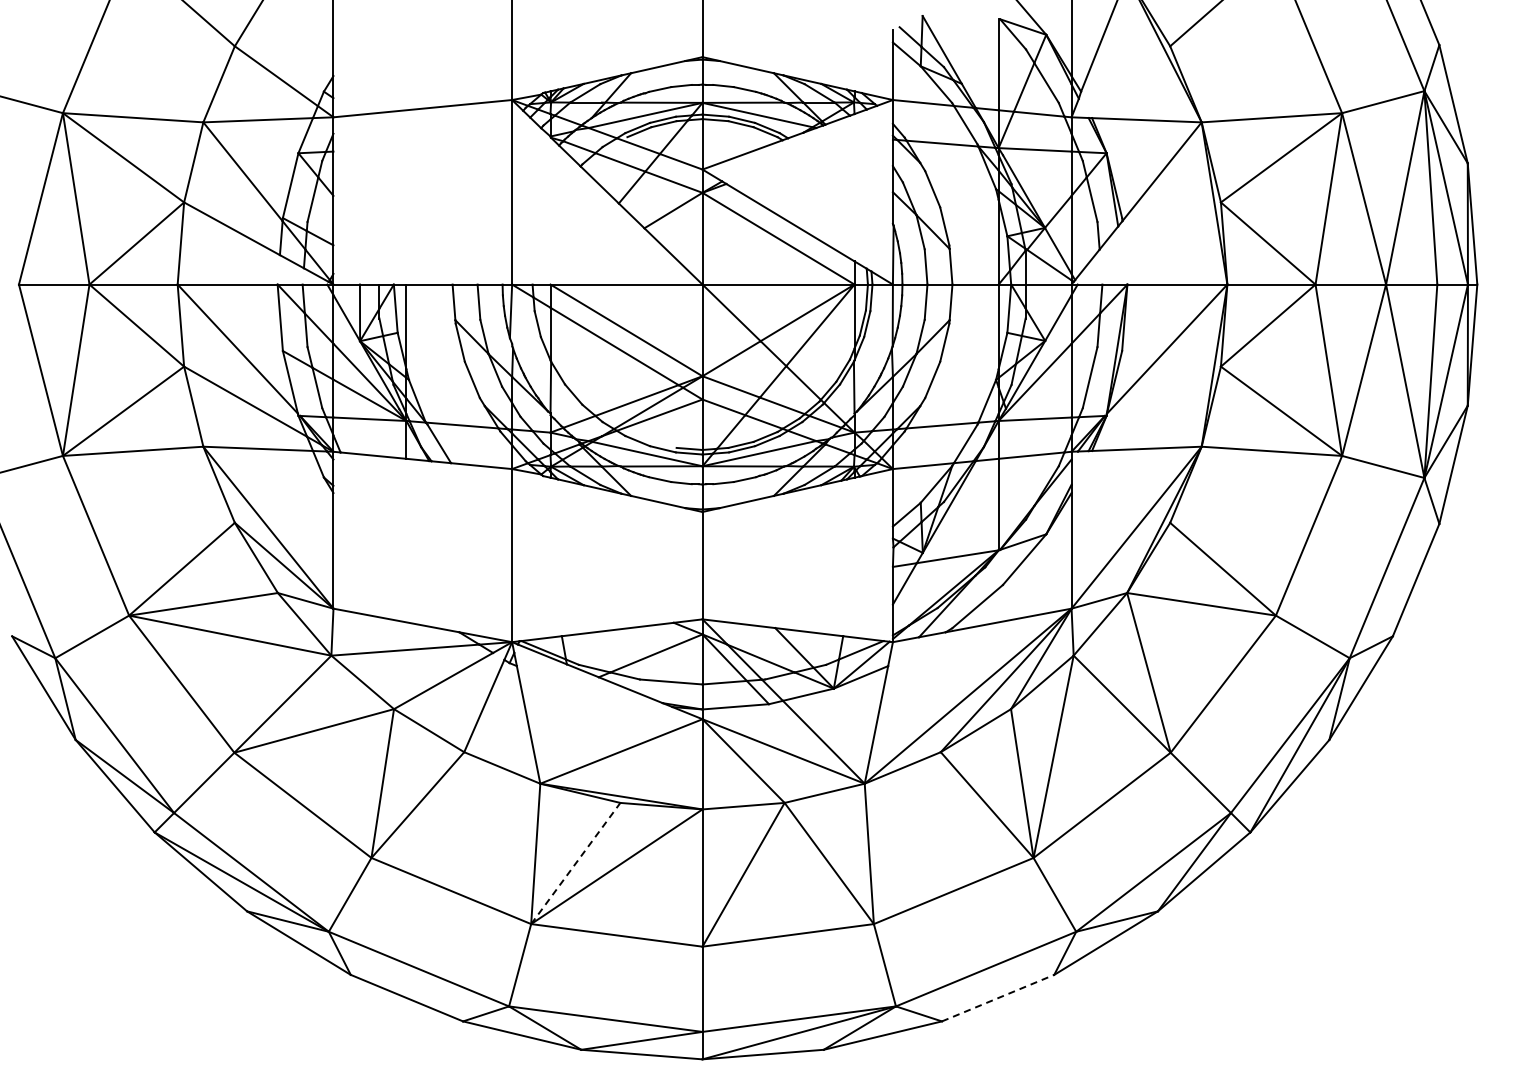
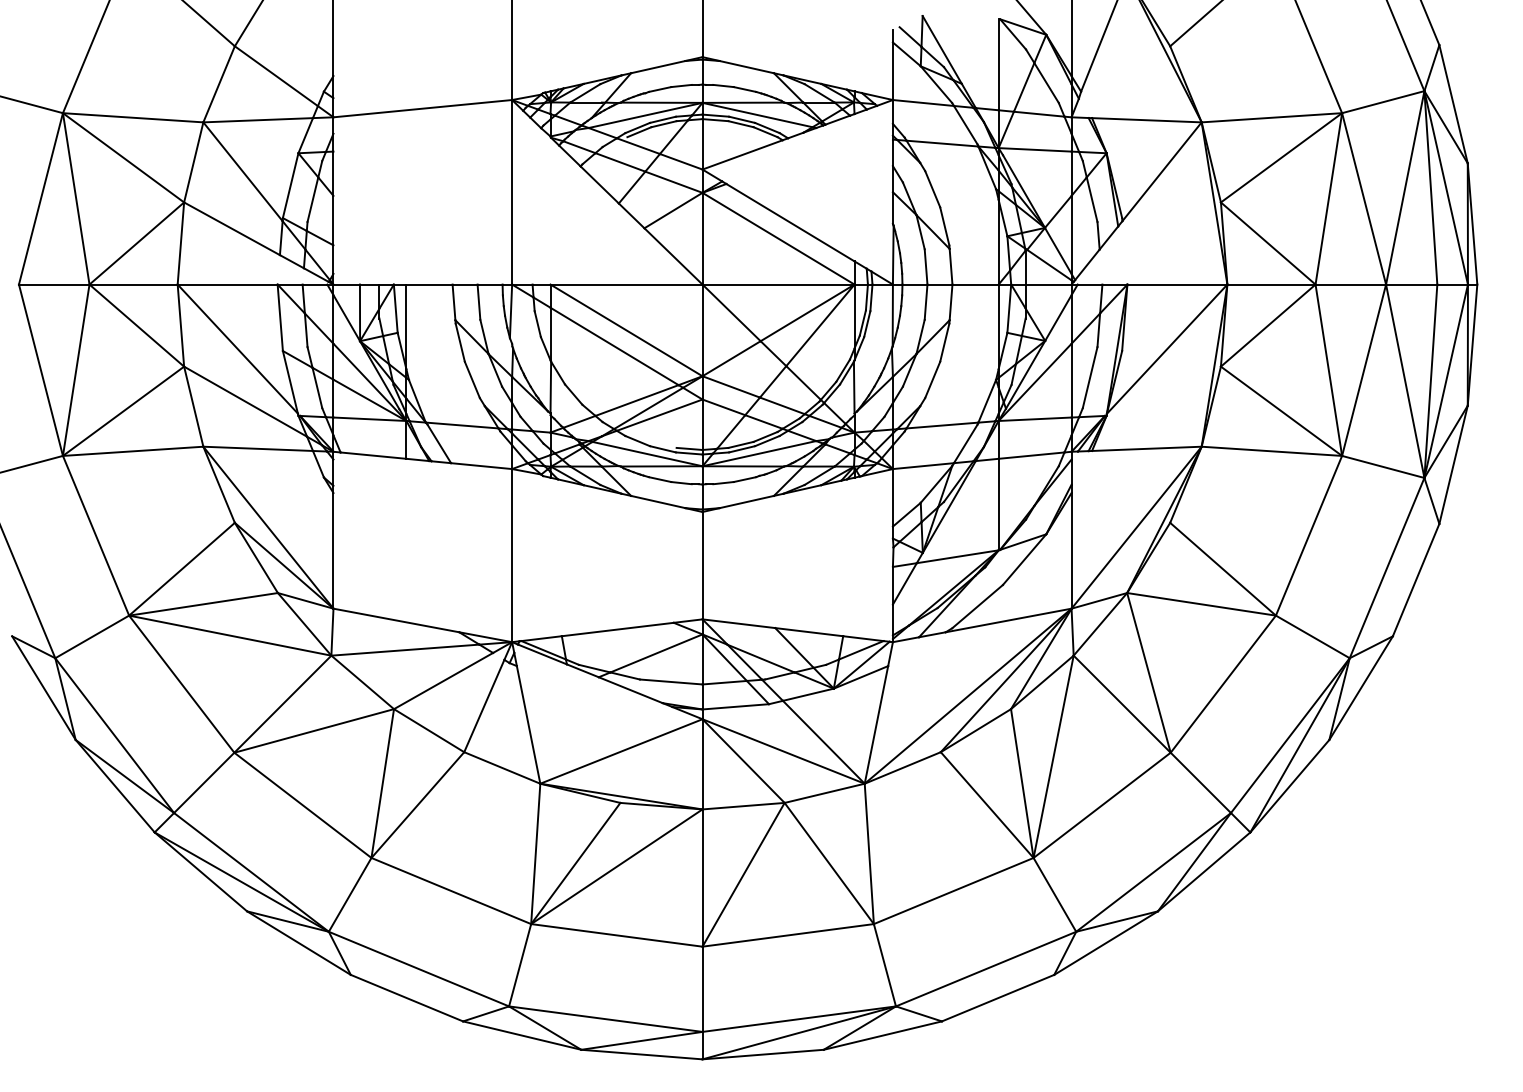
line at (576, 863): dashed -> solid
line at (998, 998): dashed -> solid
